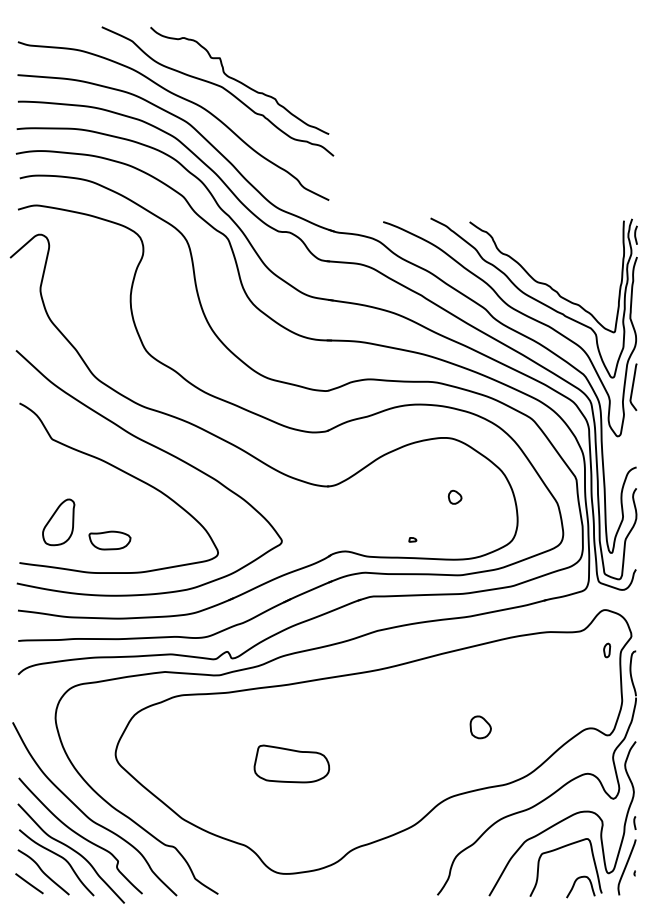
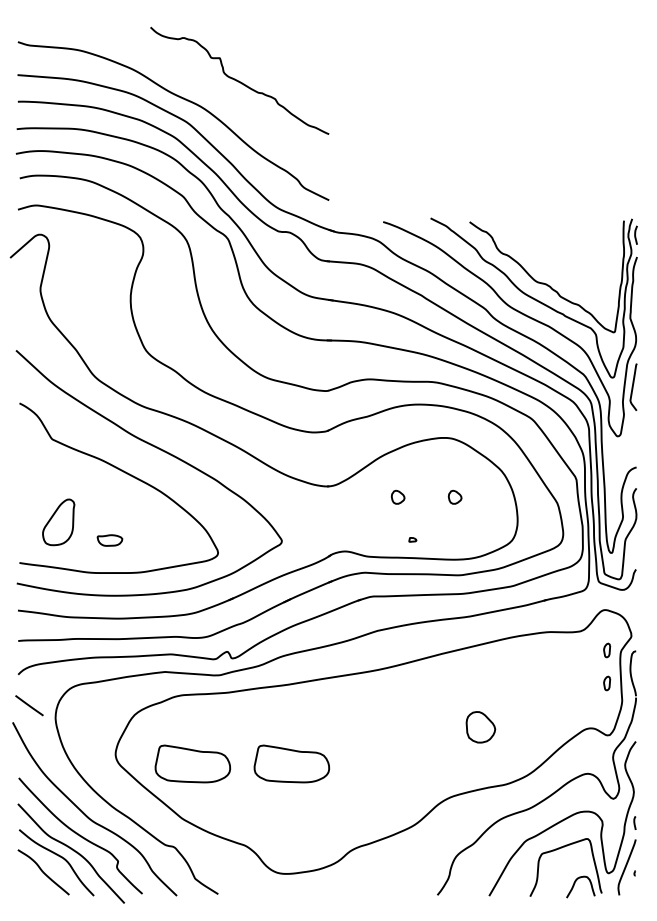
curve at (219, 87): present -> none
part at (397, 496): none -> present
part at (109, 540) size: 44x21 px -> 28x13 px
part at (607, 683): none -> present
part at (480, 727) size: 23x25 px -> 32x33 px
part at (192, 763): none -> present
line at (29, 883) position: (29, 883) -> (29, 705)
